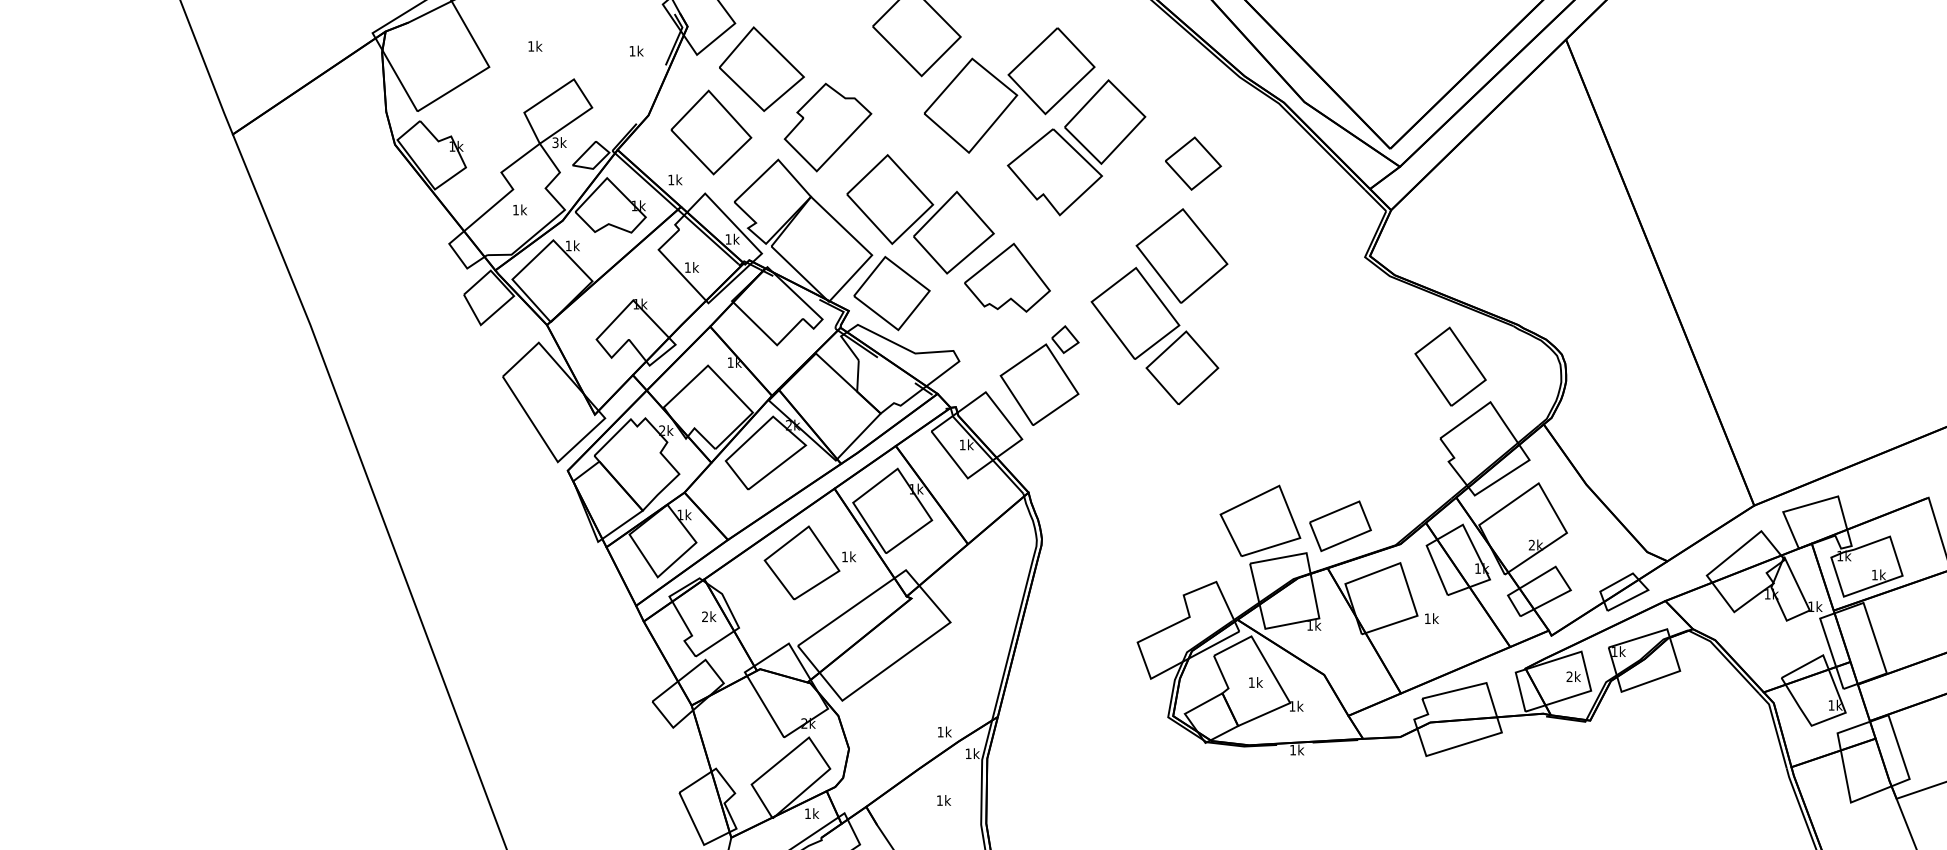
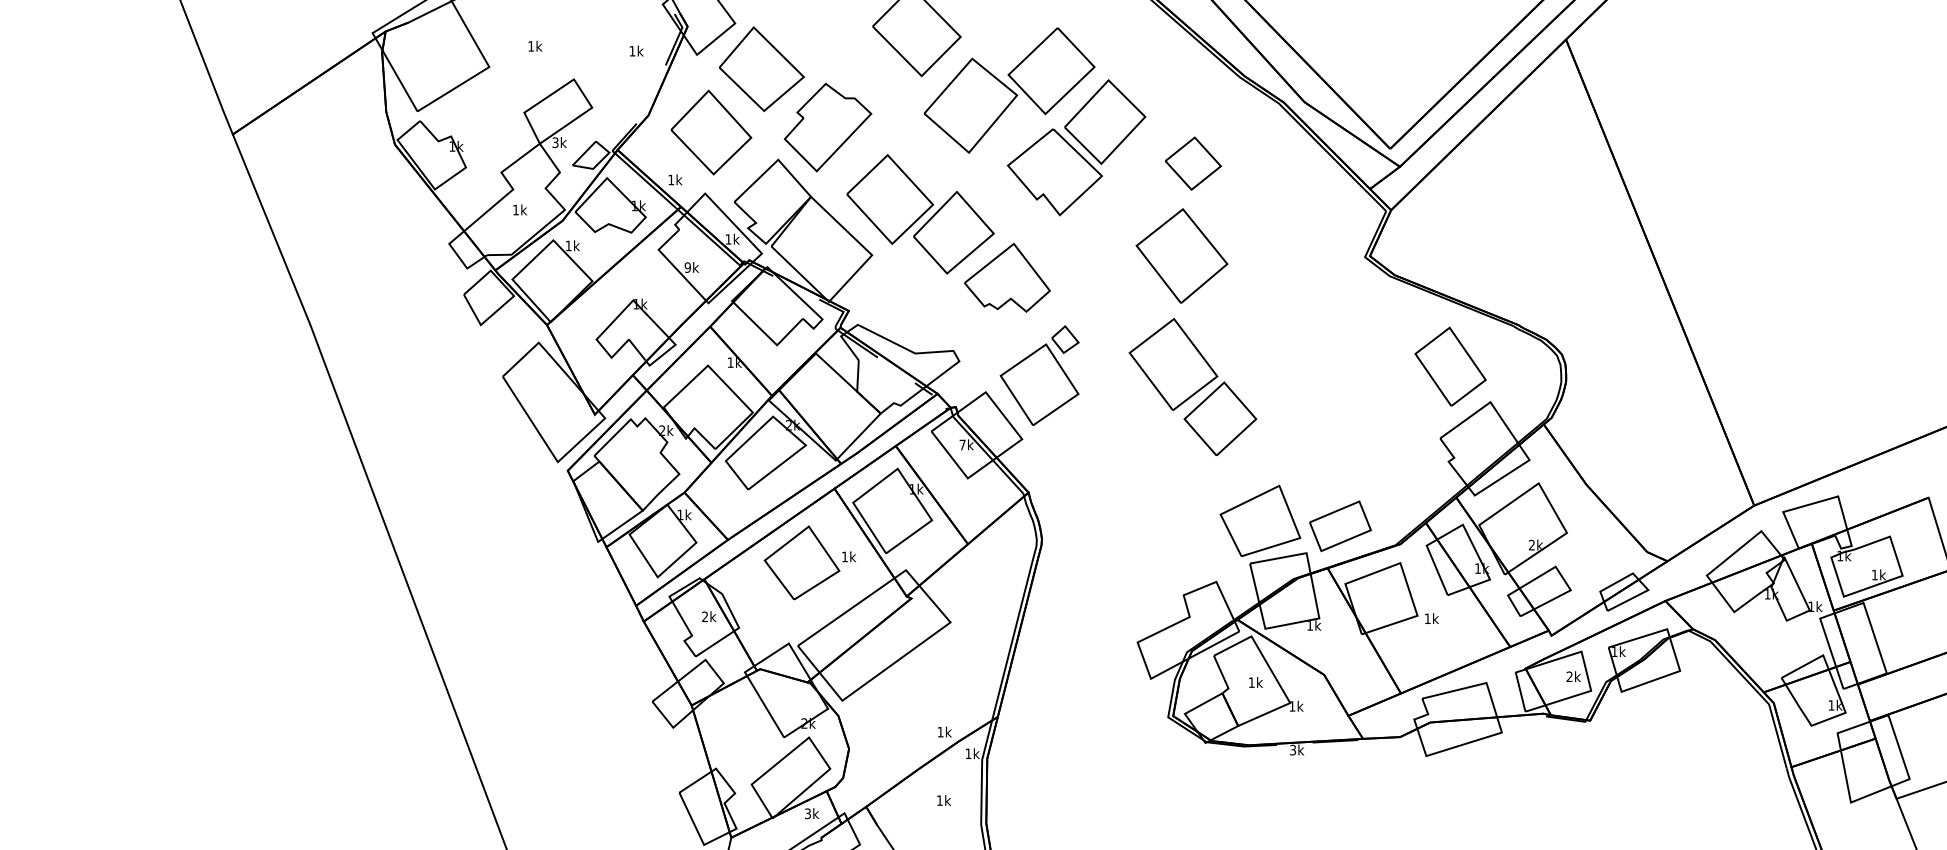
text at (687, 267): 1k -> 9k
part at (891, 293): present -> none
part at (1154, 336) position: (1154, 336) -> (1192, 387)
text at (962, 444): 1k -> 7k
text at (1293, 749): 1k -> 3k
text at (807, 813): 1k -> 3k
